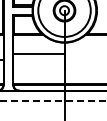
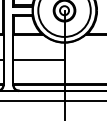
line at (38, 53) position: (38, 53) -> (38, 59)
line at (53, 101): dashed -> solid
